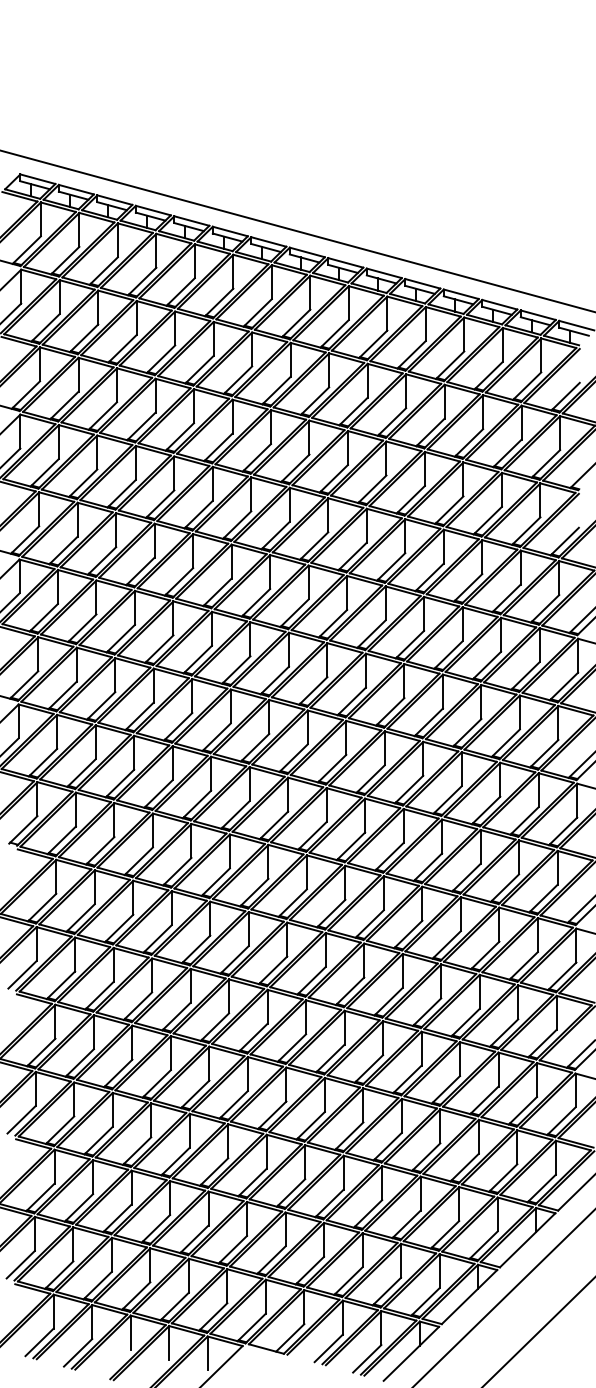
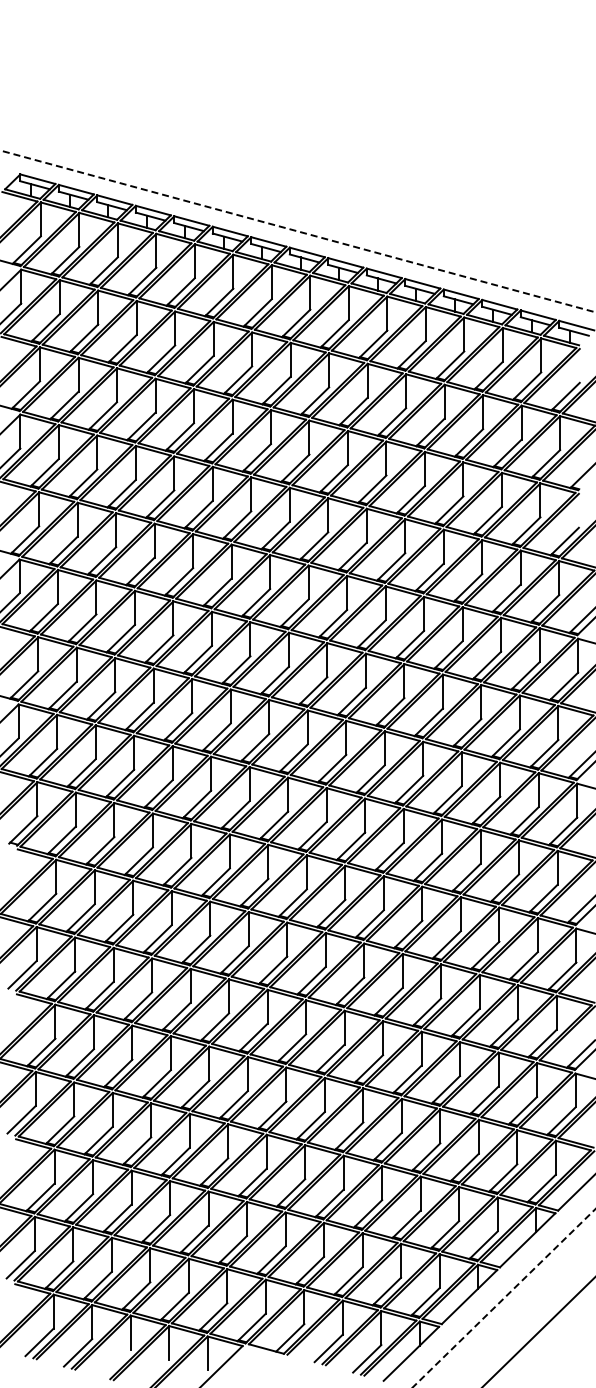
line at (298, 231): solid -> dashed
line at (504, 1298): solid -> dashed
